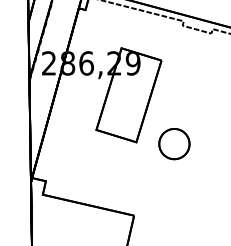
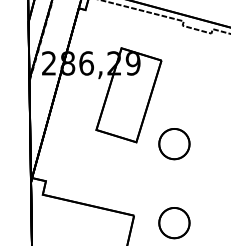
part at (174, 223): none -> present
